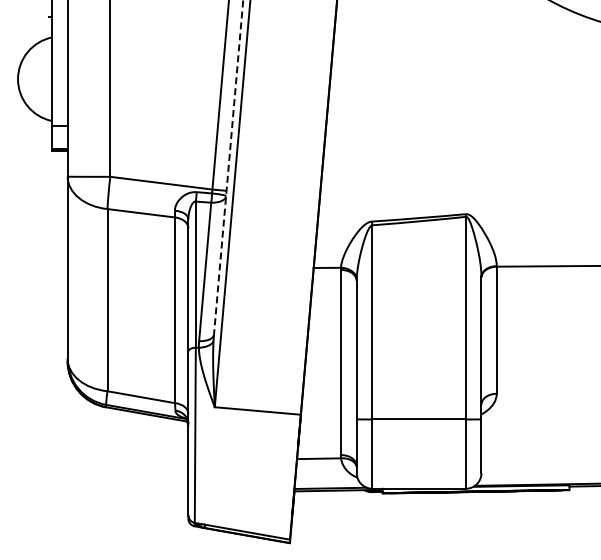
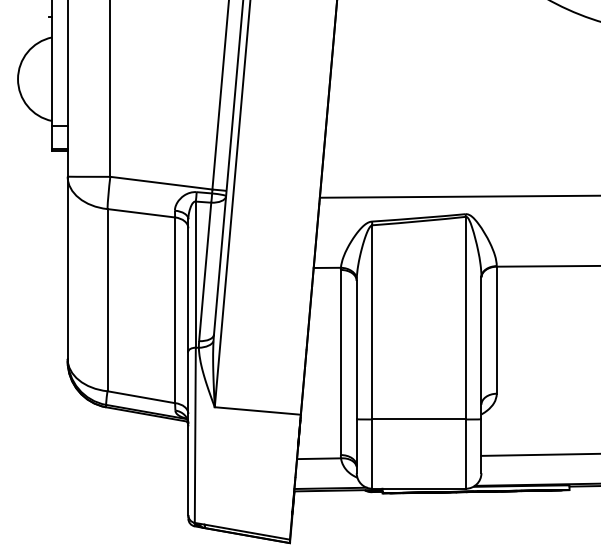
line at (228, 167): dashed -> solid
line at (458, 196): none -> present
line at (539, 454): none -> present
